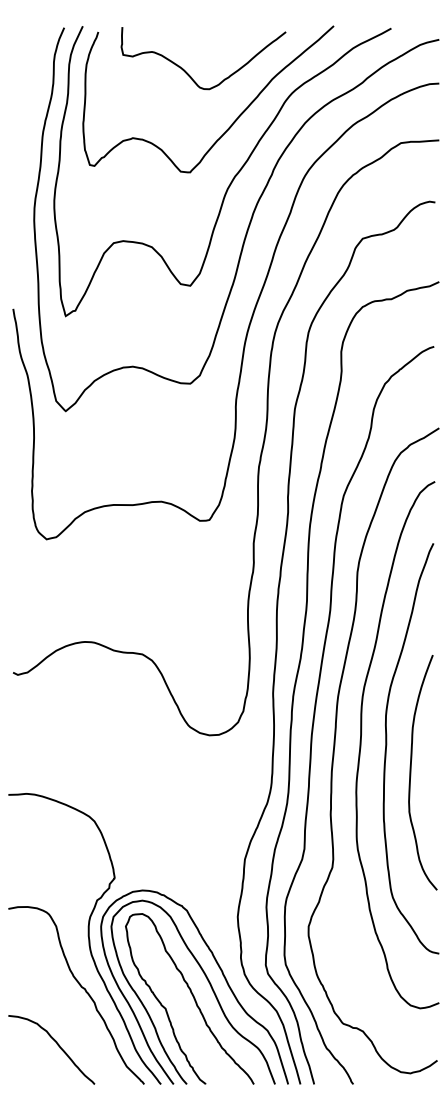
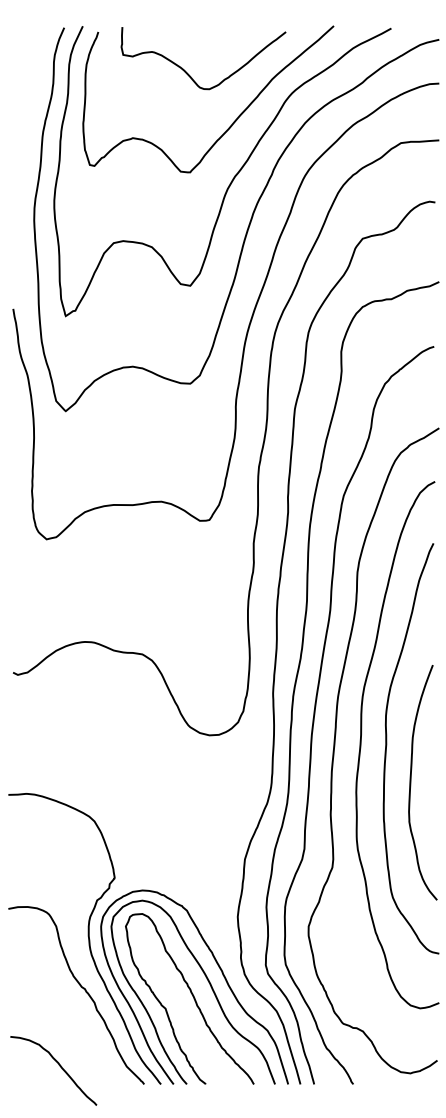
curve at (411, 772) position: (411, 772) -> (411, 782)
curve at (56, 1044) position: (56, 1044) -> (58, 1065)
